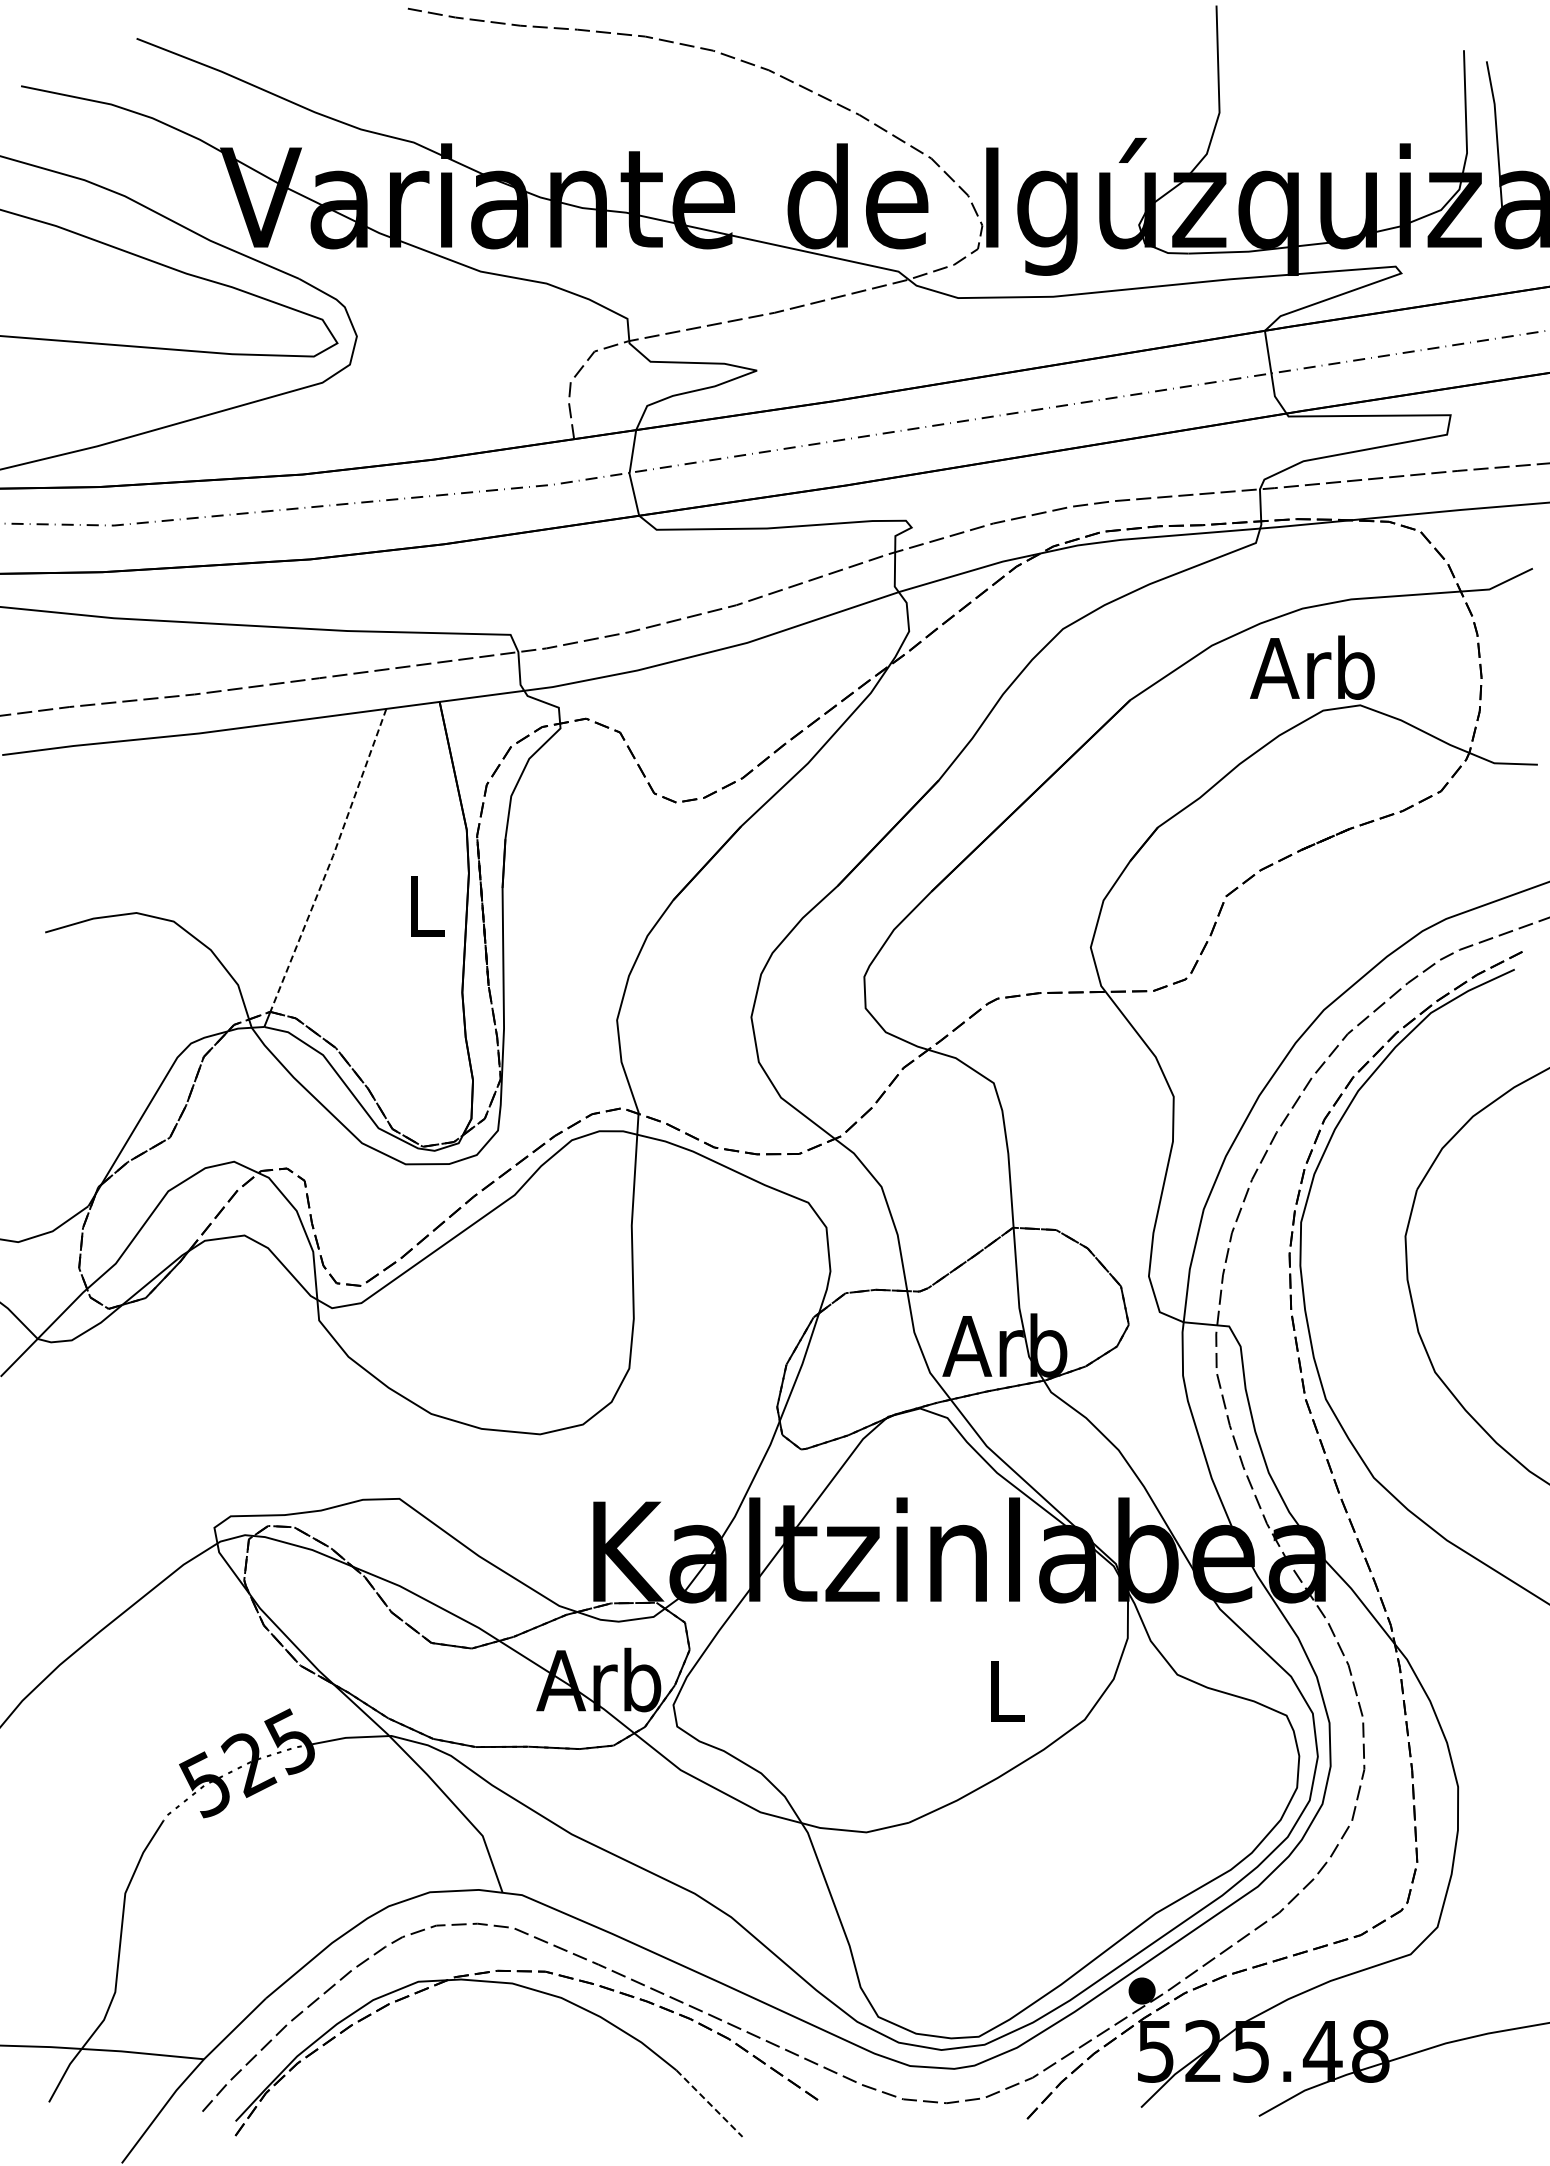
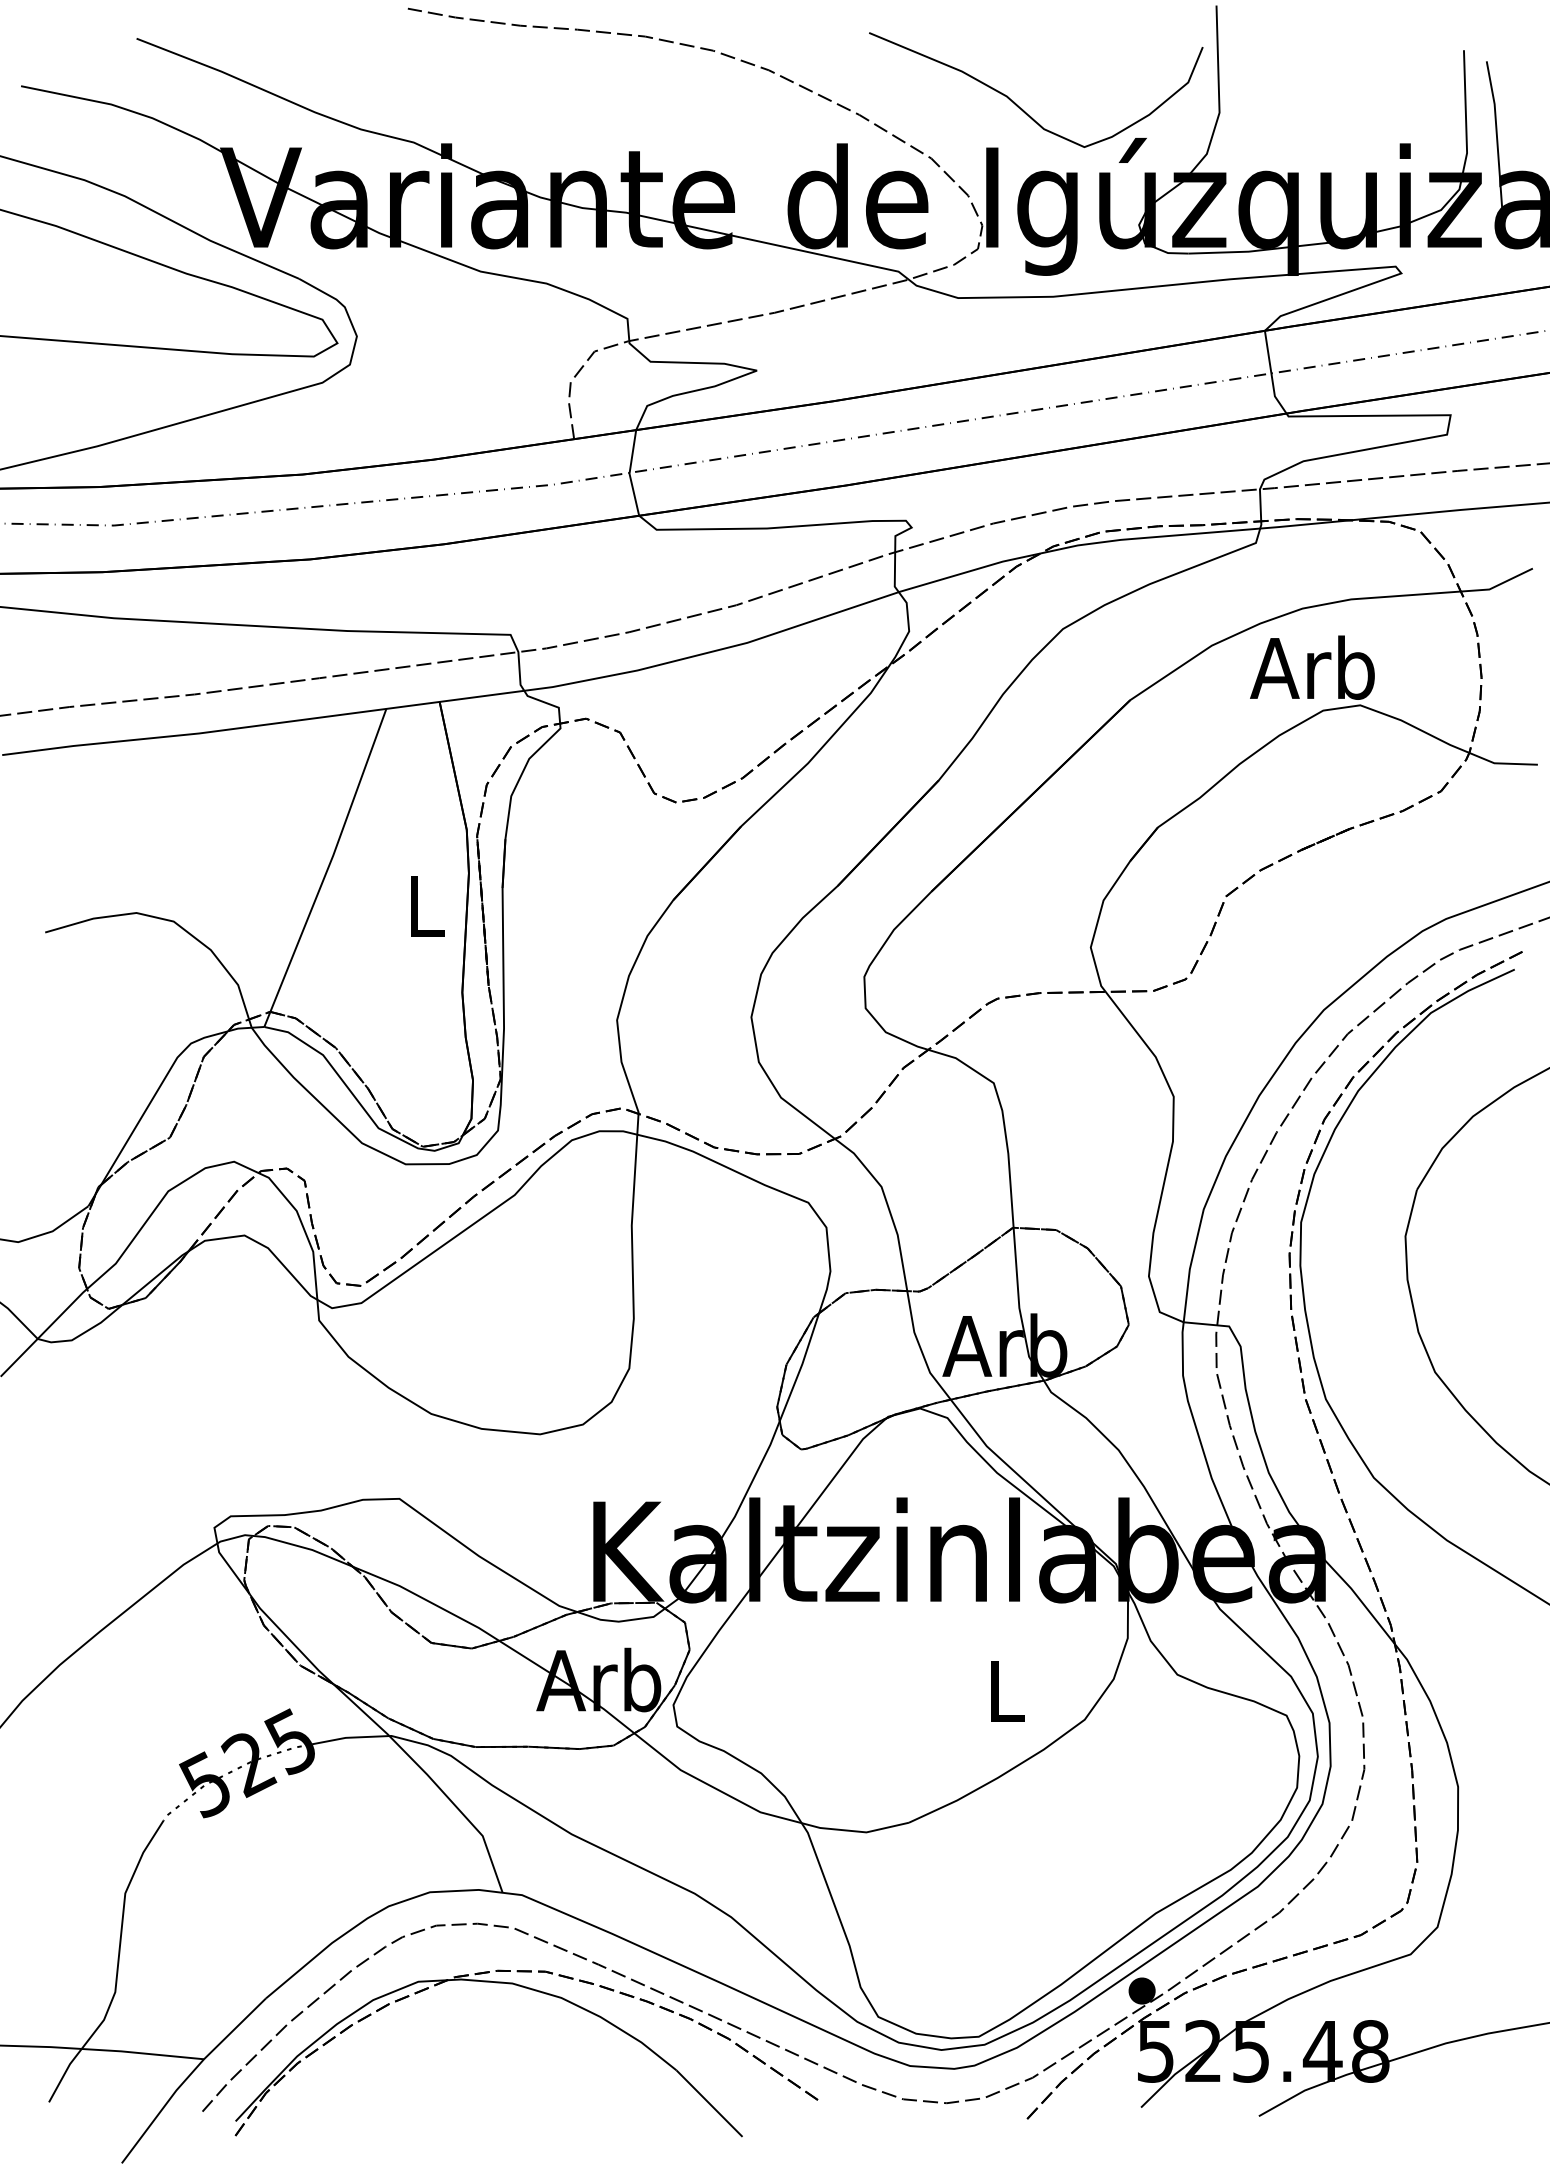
curve at (1022, 108): none -> present
line at (331, 861): dashed -> solid
line at (709, 2103): dashed -> solid
